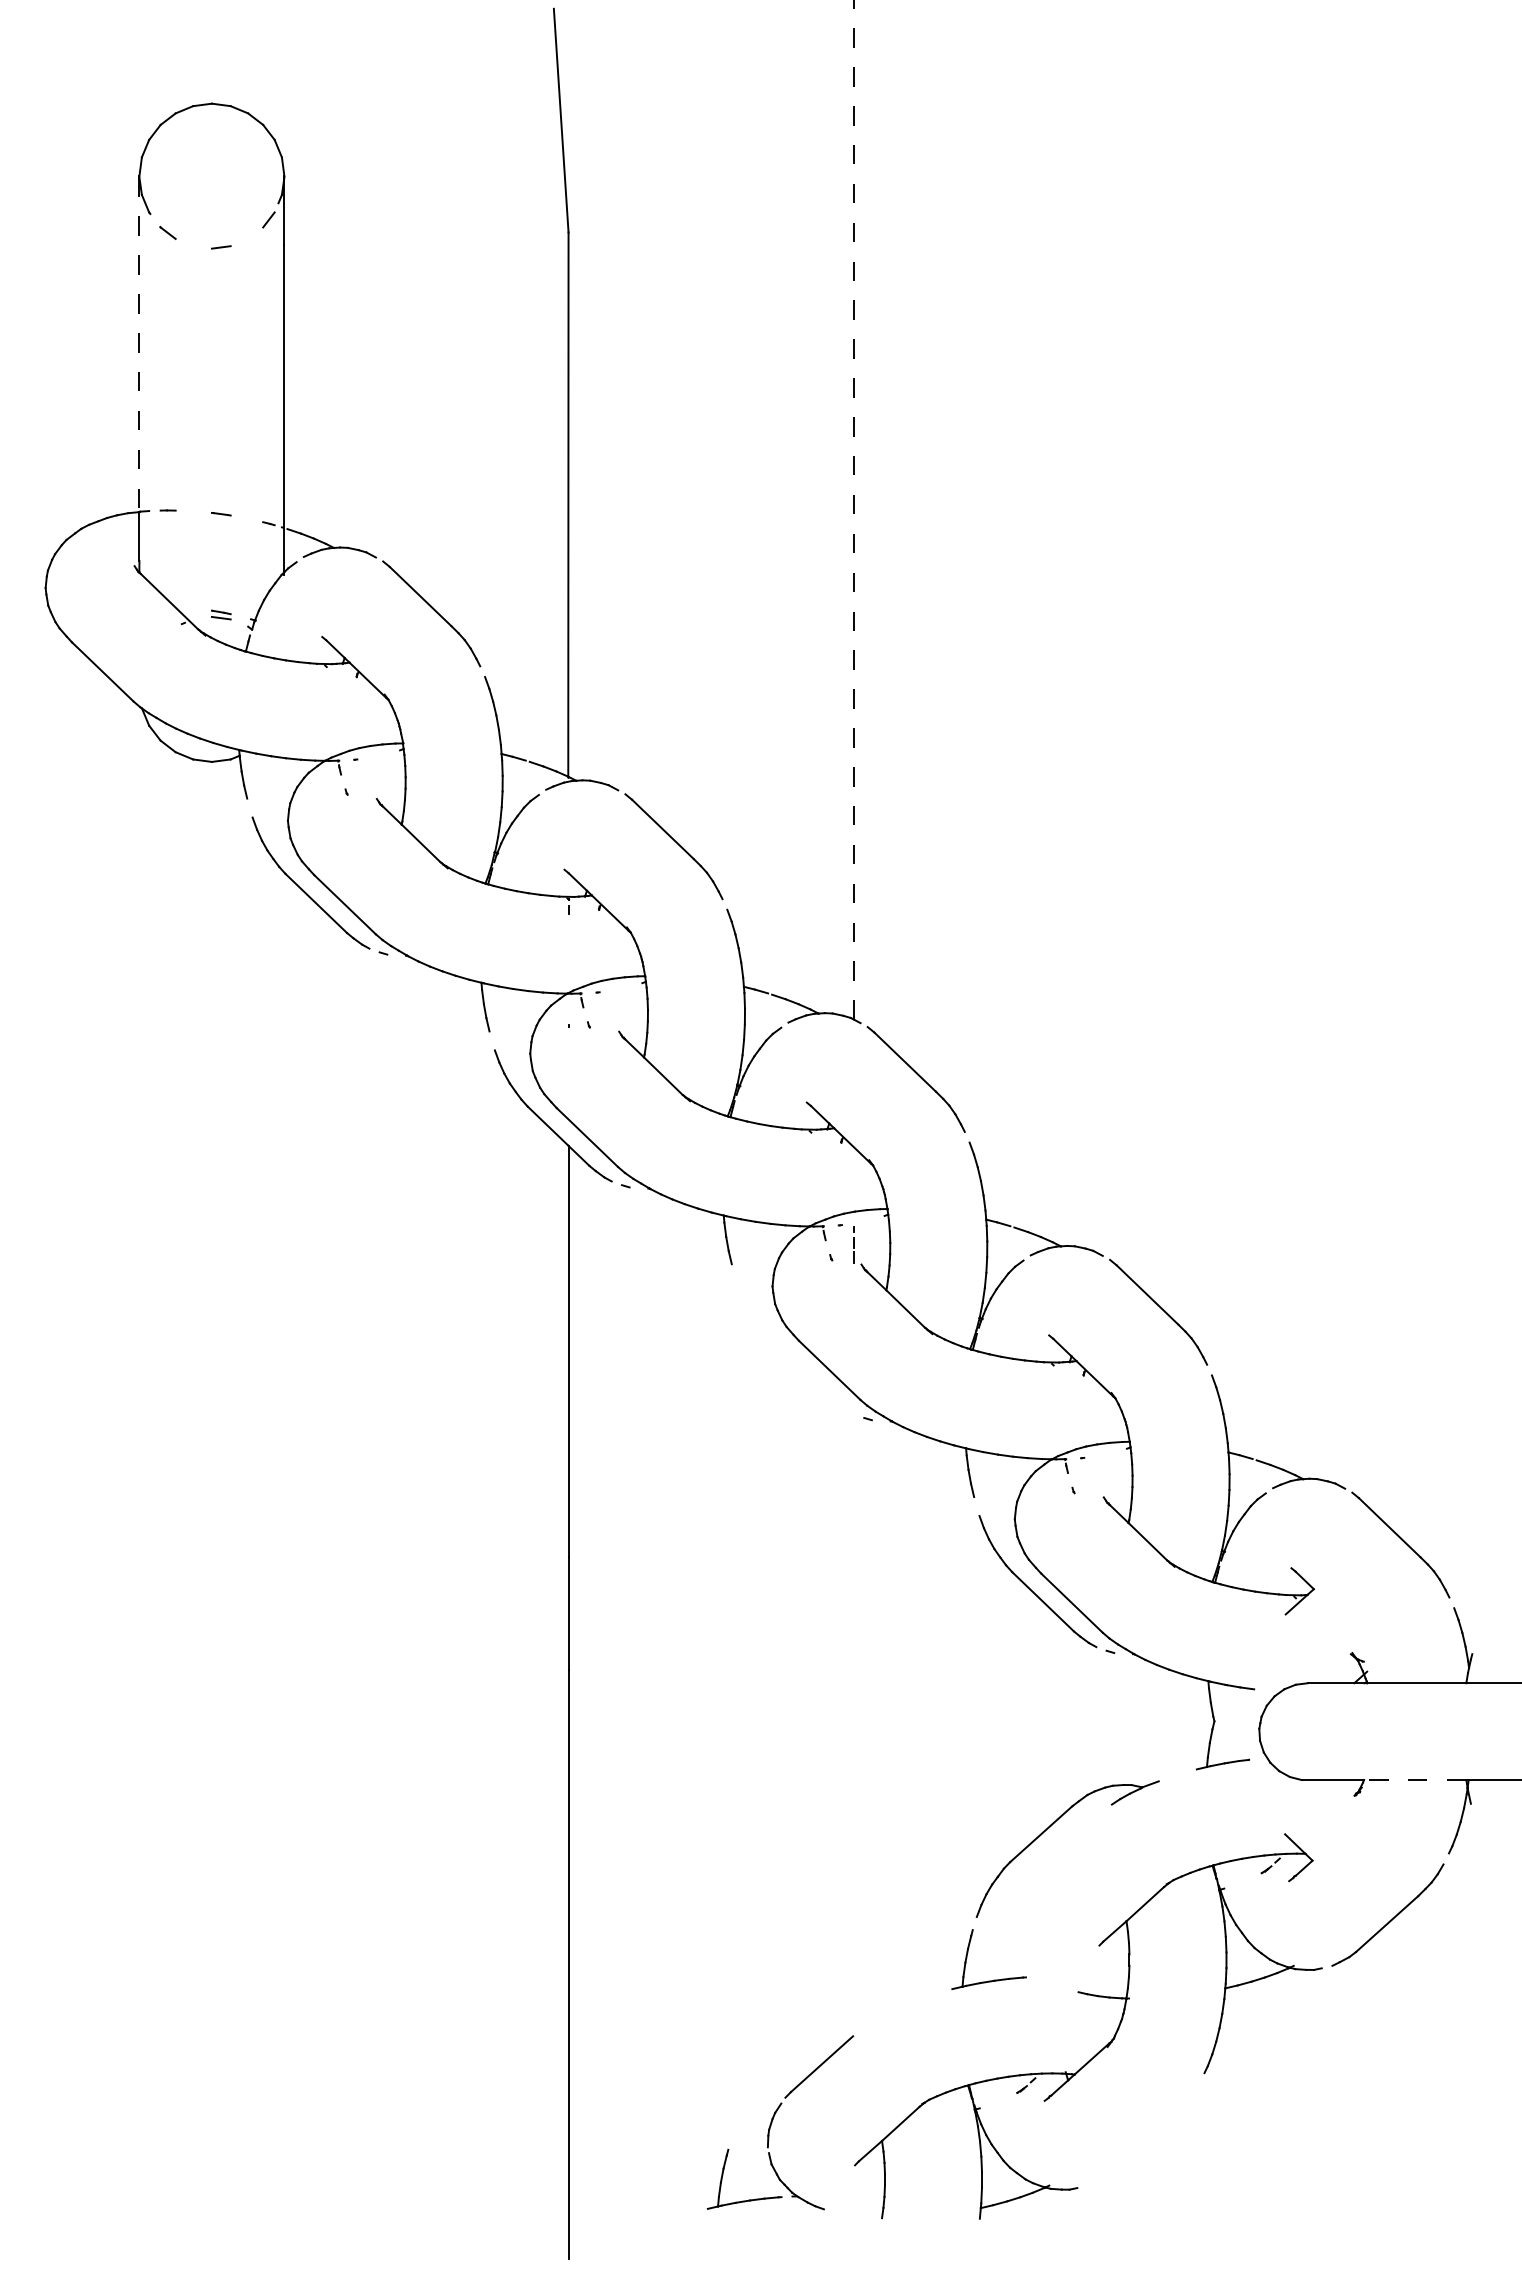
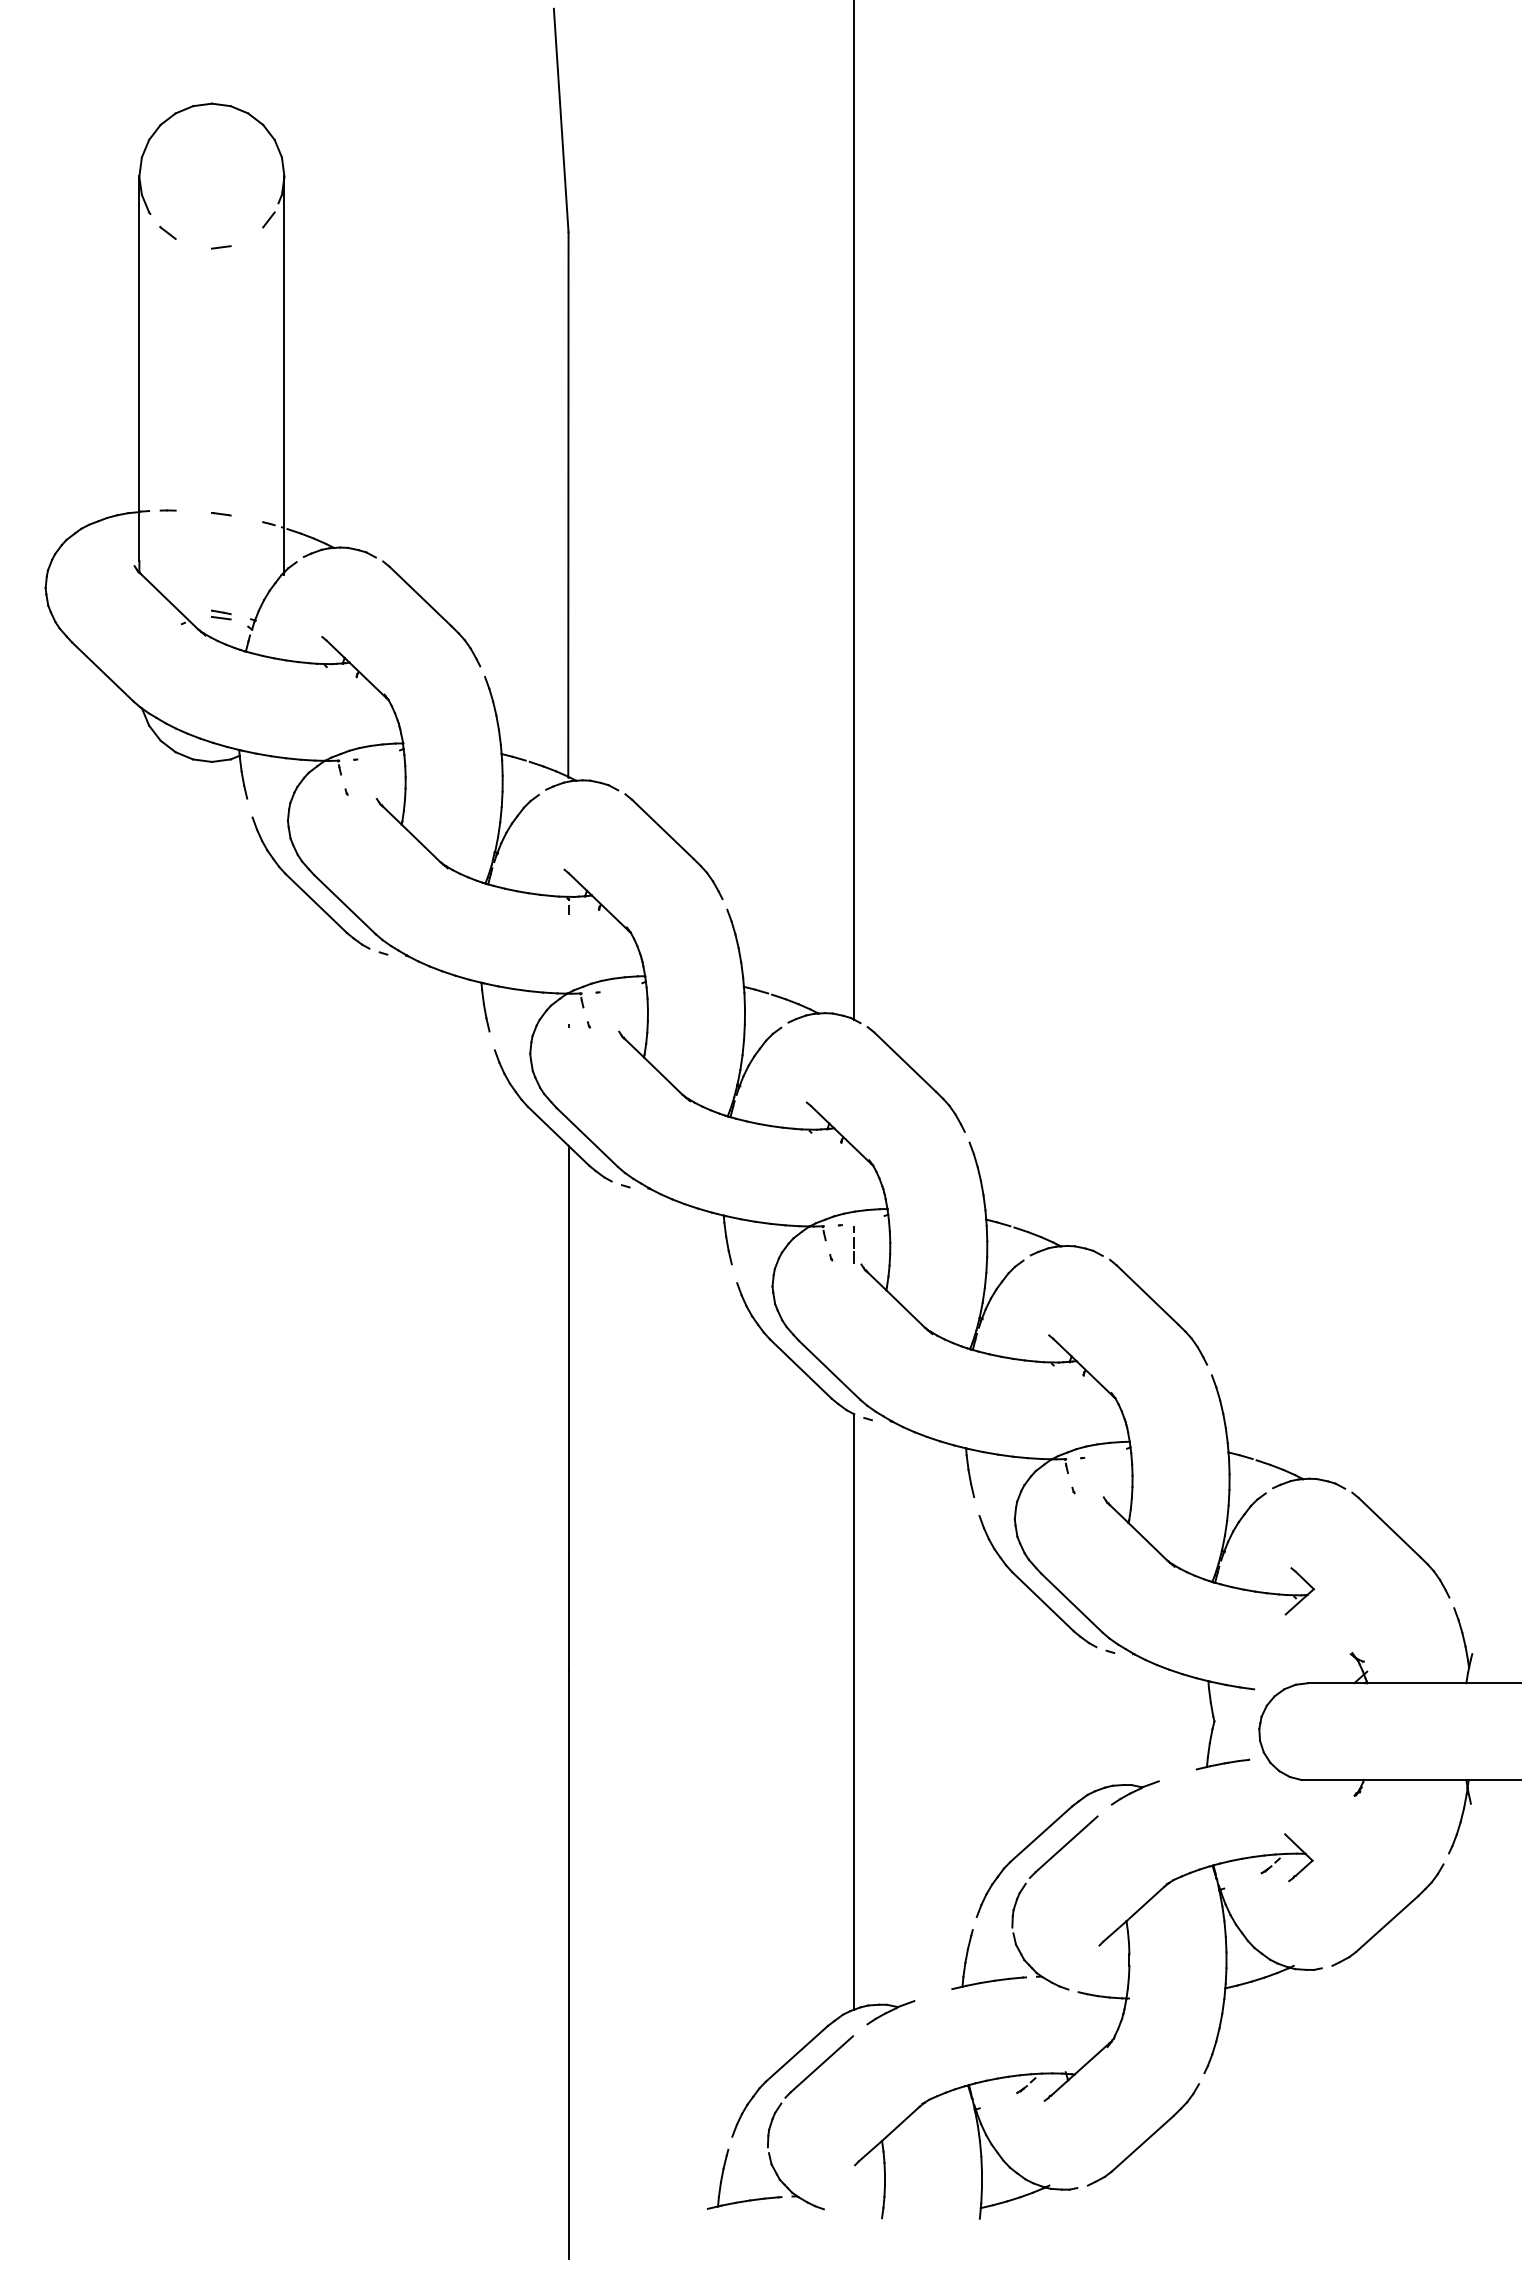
line at (139, 345): dashed -> solid
line at (854, 510): dashed -> solid
part at (853, 1709): none -> present
line at (1414, 1780): dashed -> solid
part at (1025, 1886): none -> present
part at (1143, 2134): none -> present
